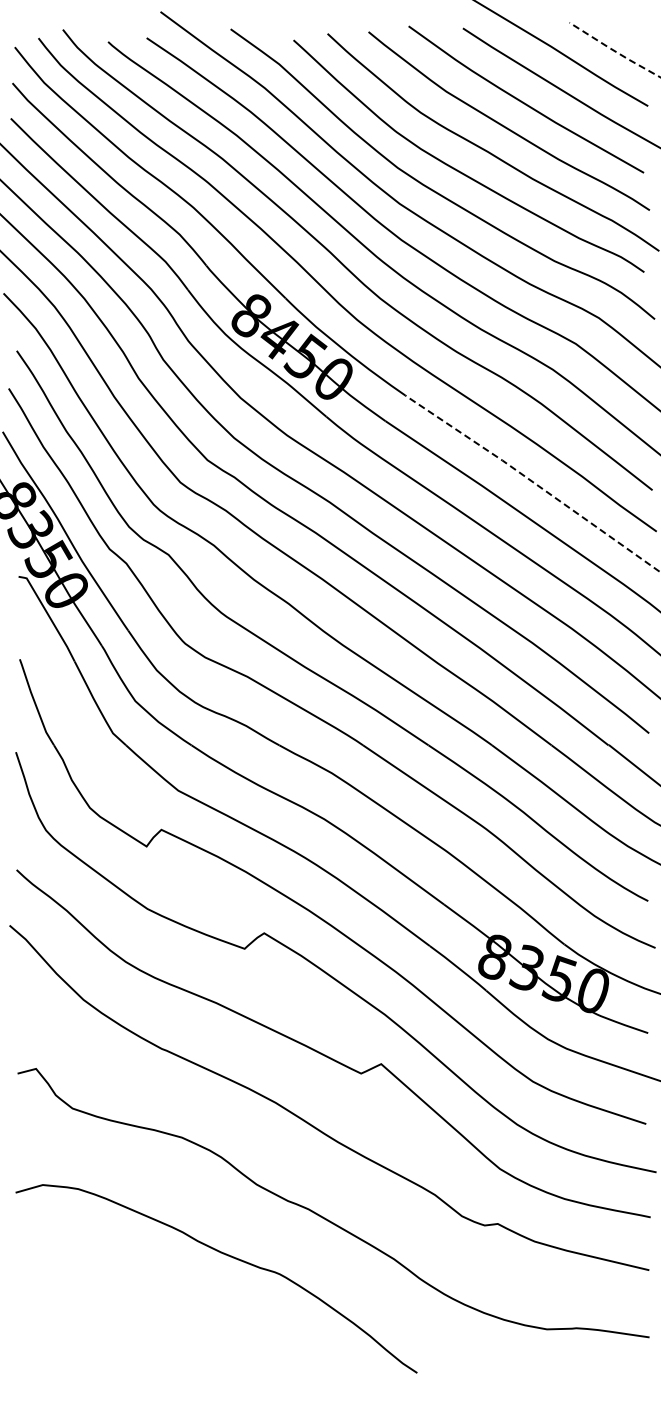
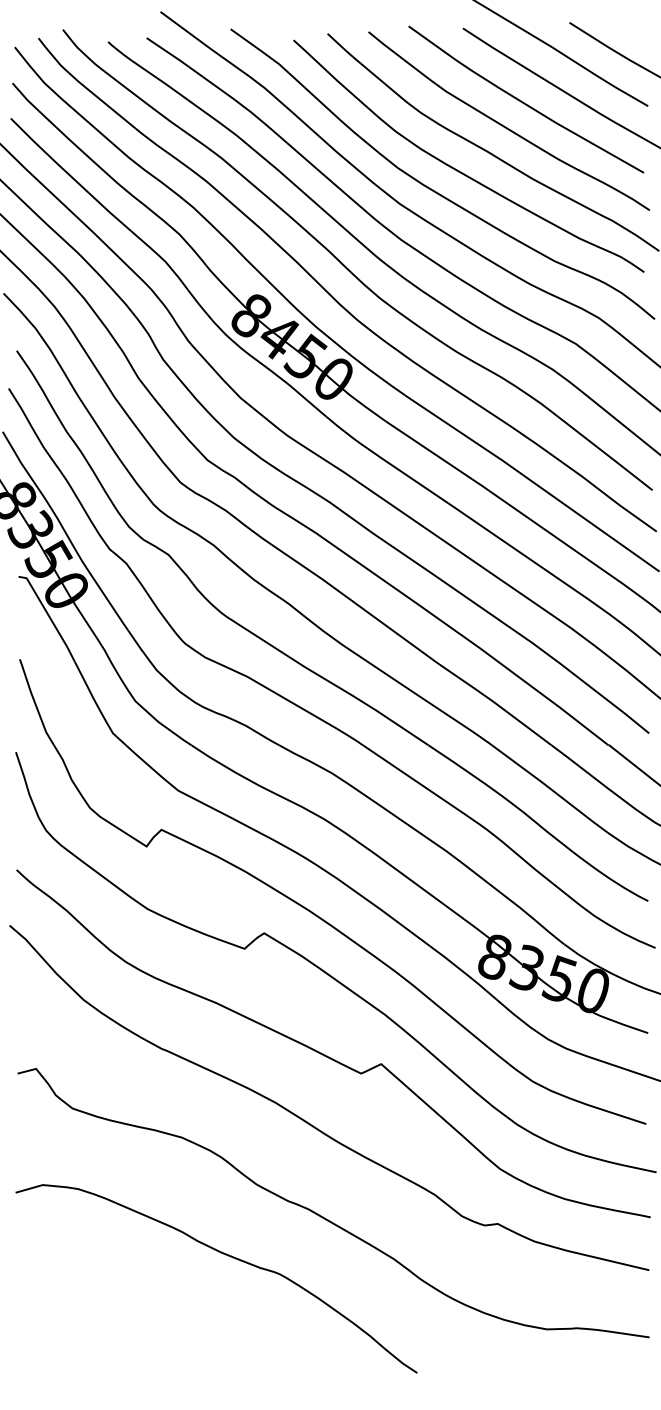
line at (614, 50): dashed -> solid
line at (531, 481): dashed -> solid
